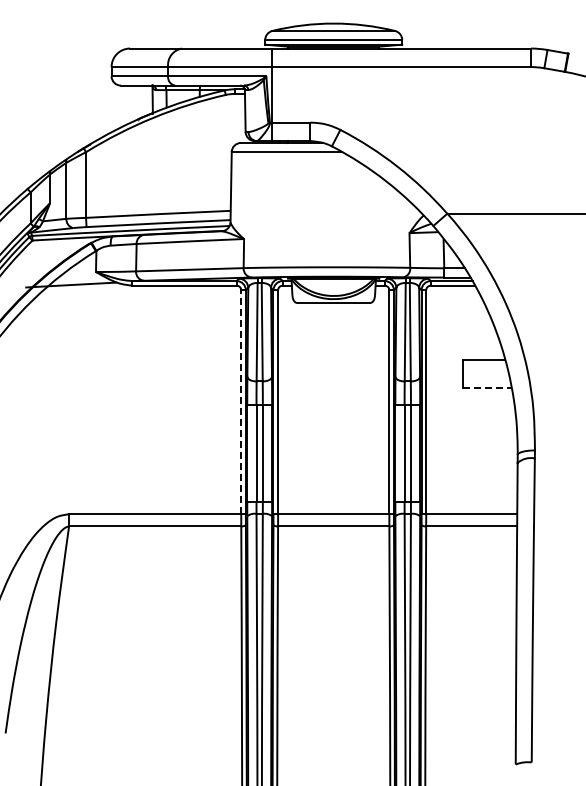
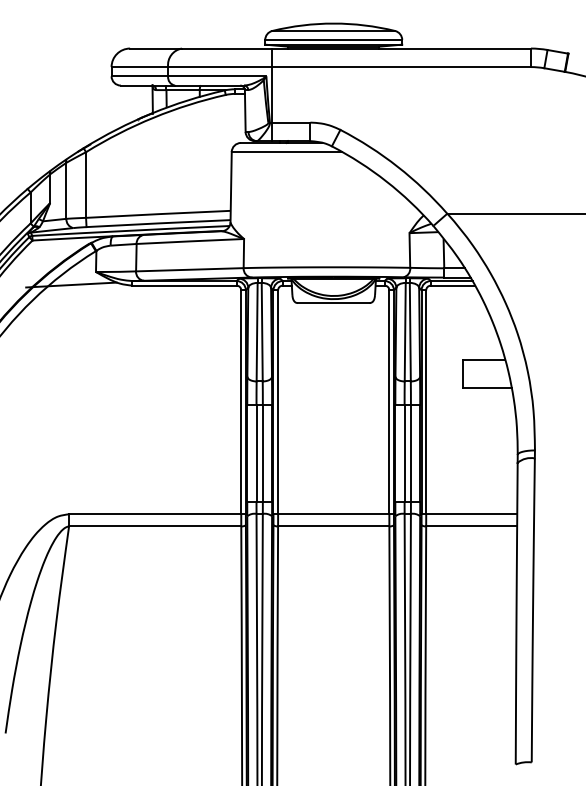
line at (487, 388): dashed -> solid
line at (241, 402): dashed -> solid
